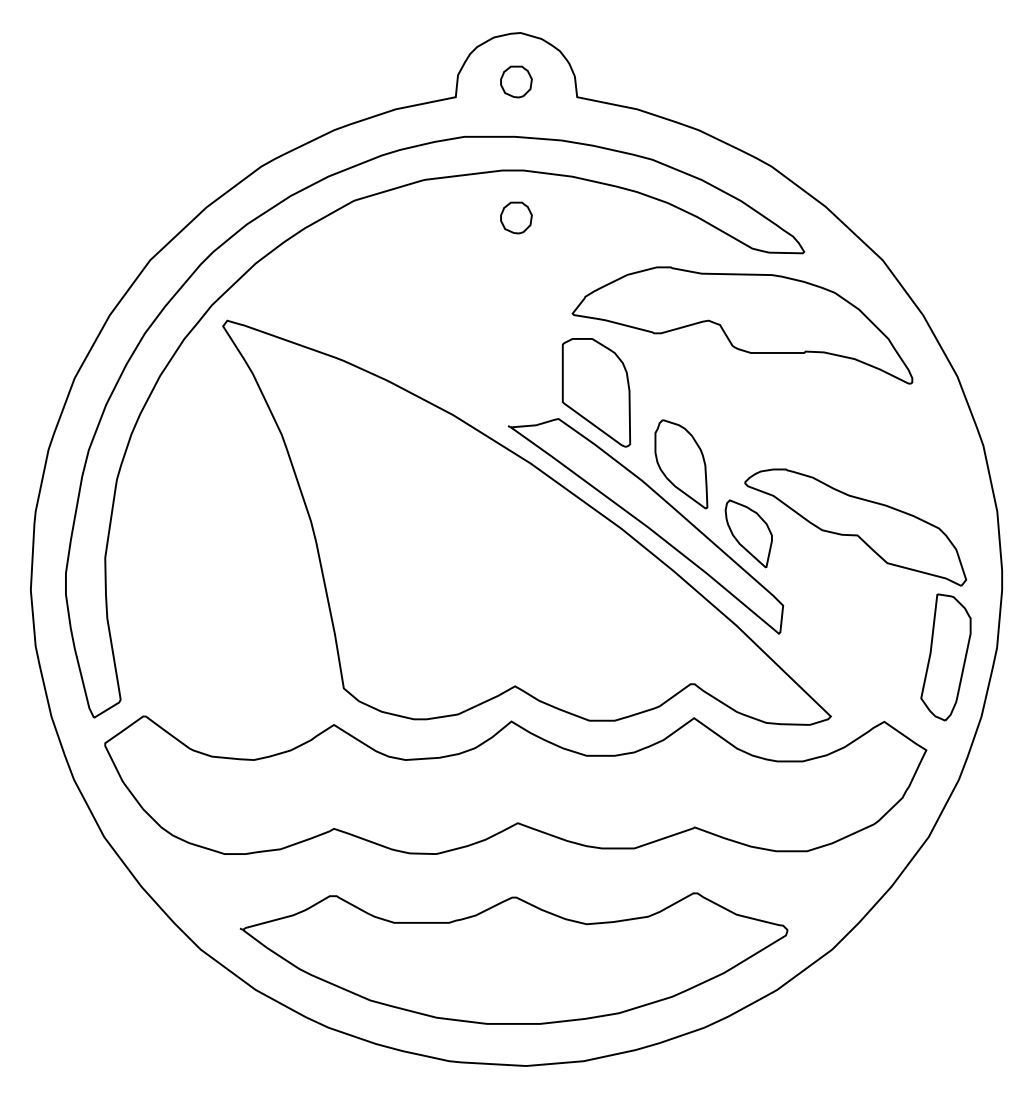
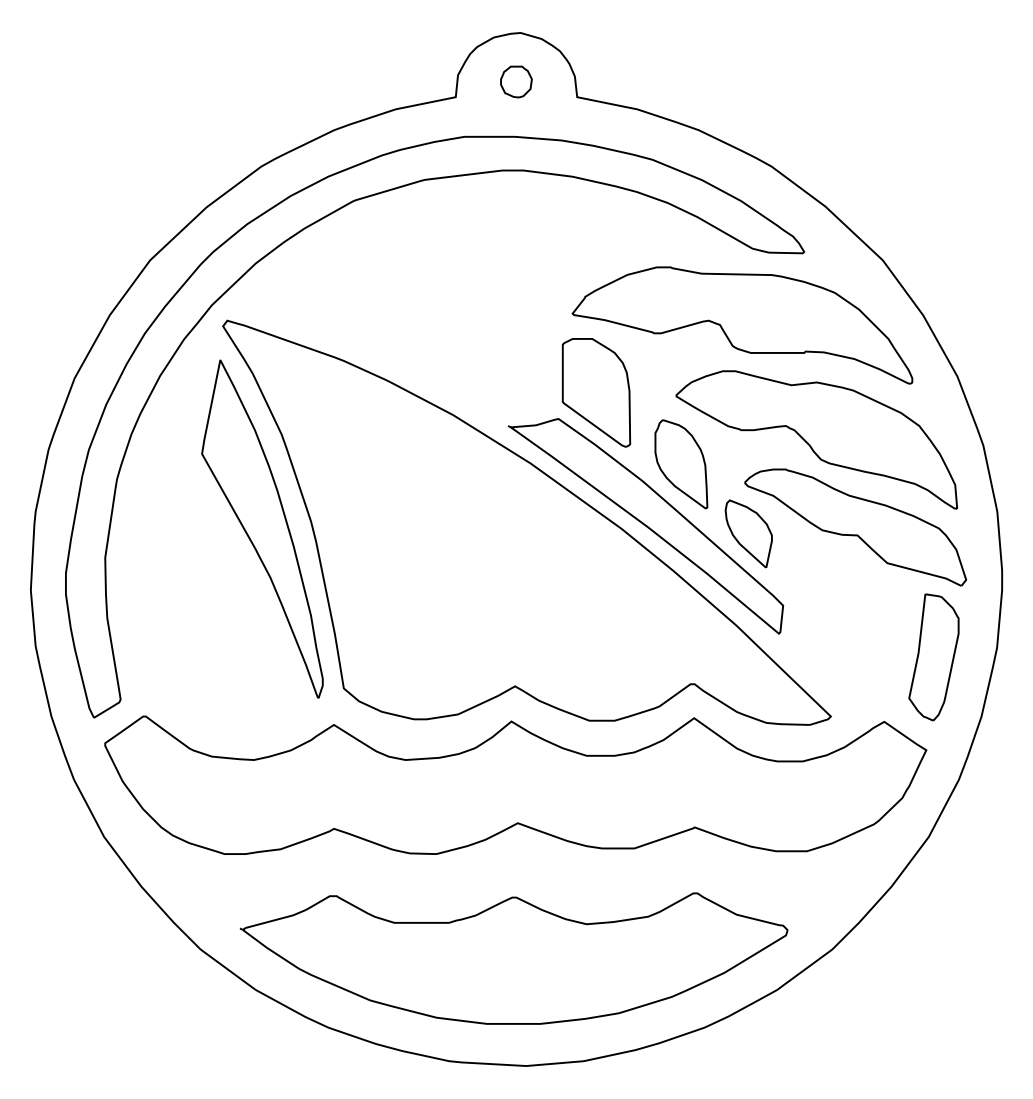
part at (516, 217): present -> none
part at (816, 439): none -> present
part at (262, 528): none -> present
part at (945, 657) position: (945, 657) -> (933, 657)
